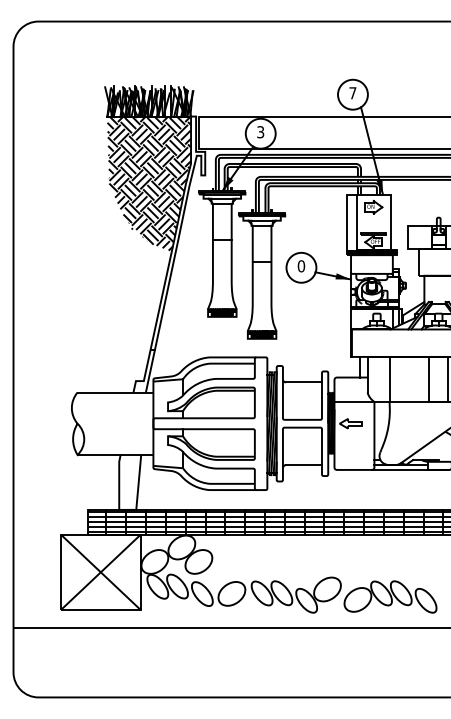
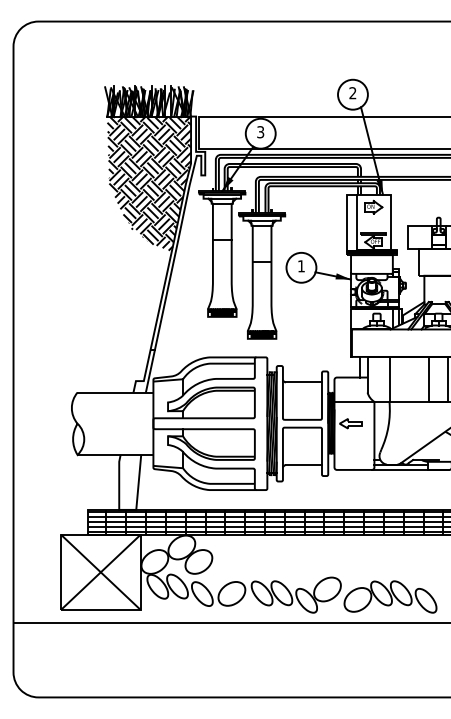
text at (352, 93): 7 -> 2
text at (301, 266): 0 -> 1
line at (230, 627) position: (230, 627) -> (230, 622)
